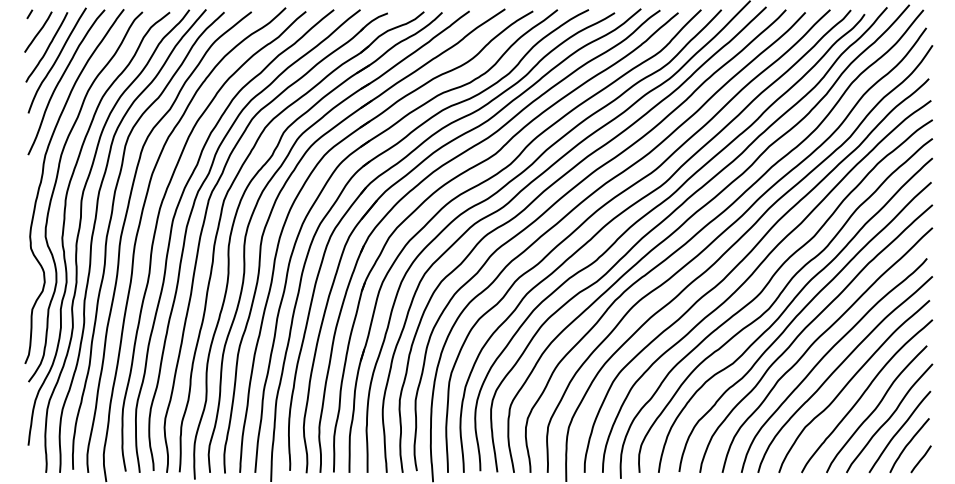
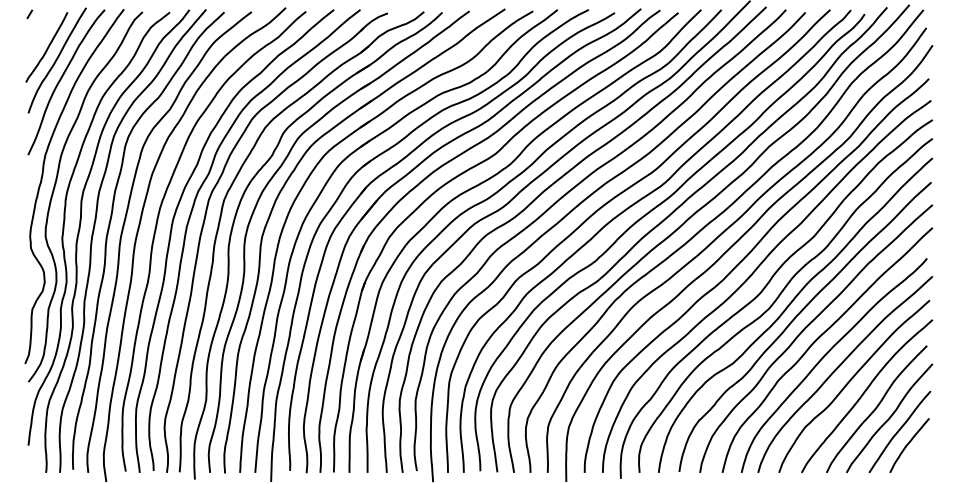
line at (38, 31): present -> none
line at (920, 459): present -> none
